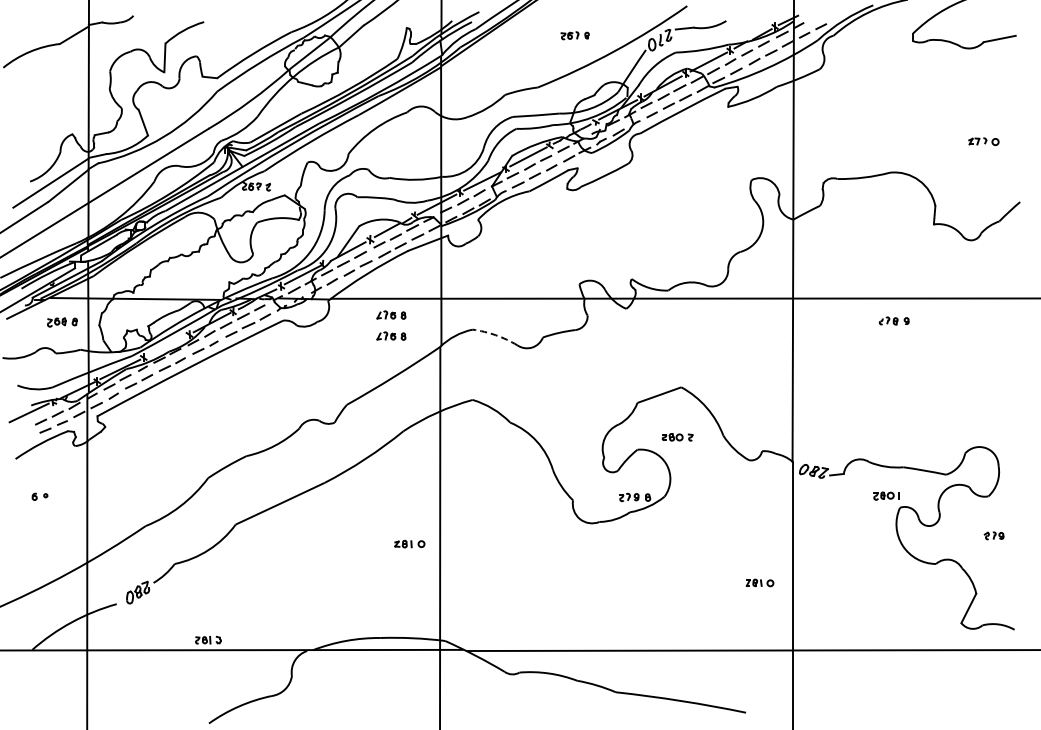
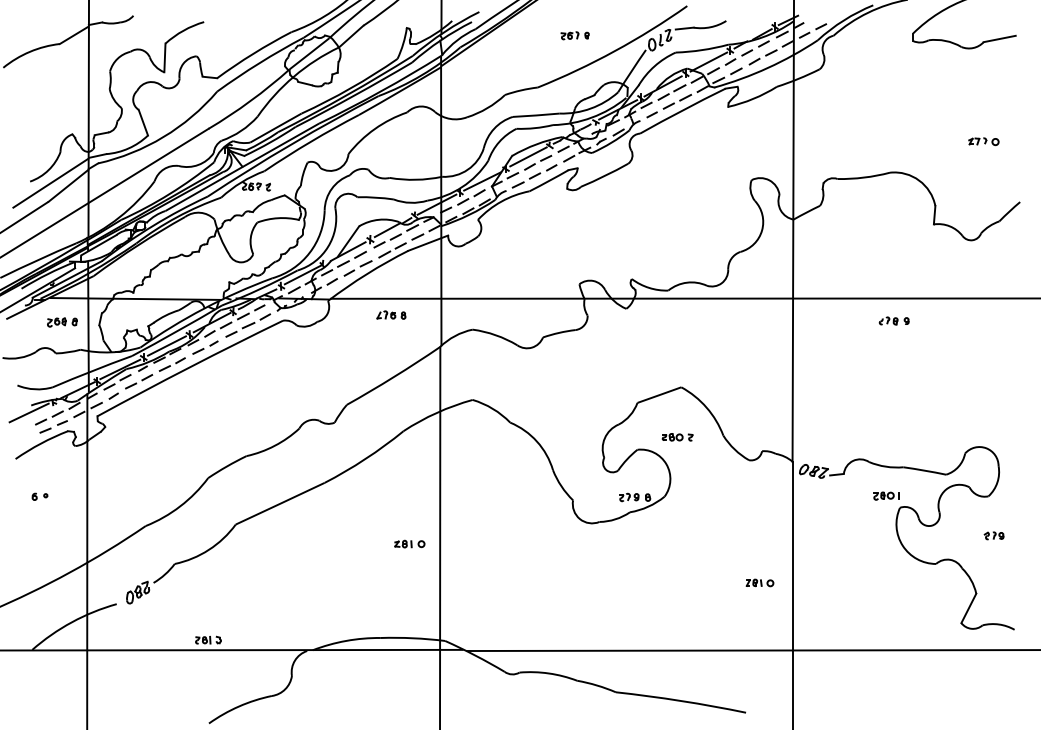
part at (391, 335): present -> none
arc at (495, 335): dashed -> solid
line at (166, 345): none -> present
